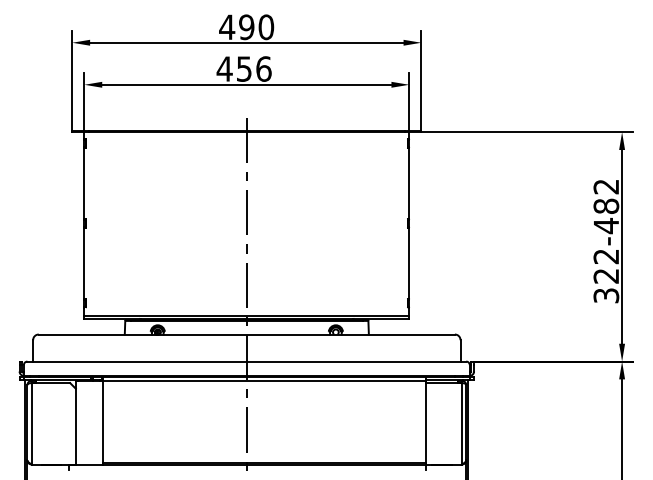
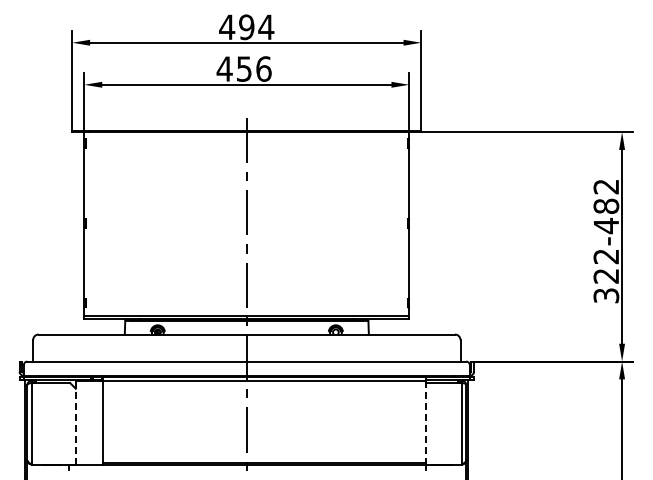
text at (266, 27): 490 -> 494
line at (426, 422): solid -> dashed
line at (75, 423): solid -> dashed
